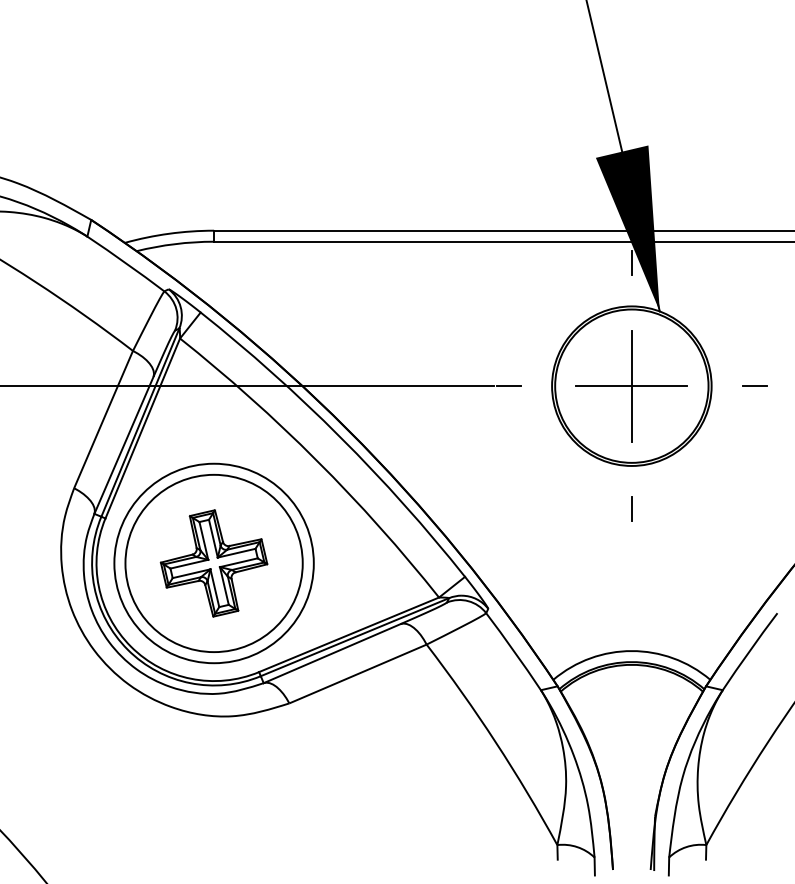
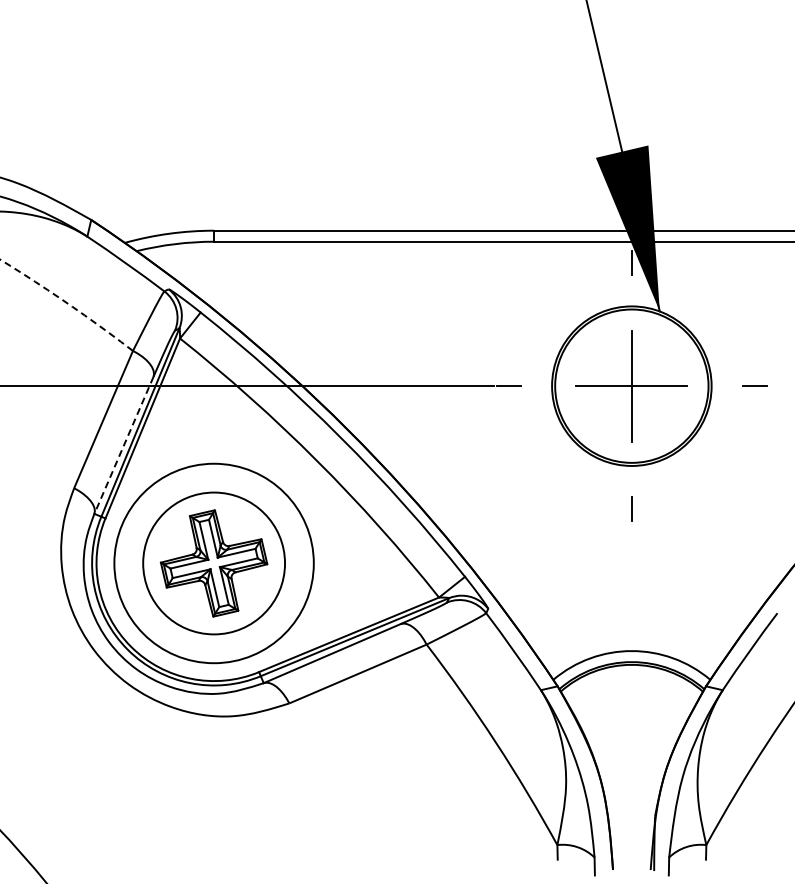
arc at (67, 303): solid -> dashed
line at (124, 445): solid -> dashed
circle at (213, 563) diameter: 177 px -> 142 px
